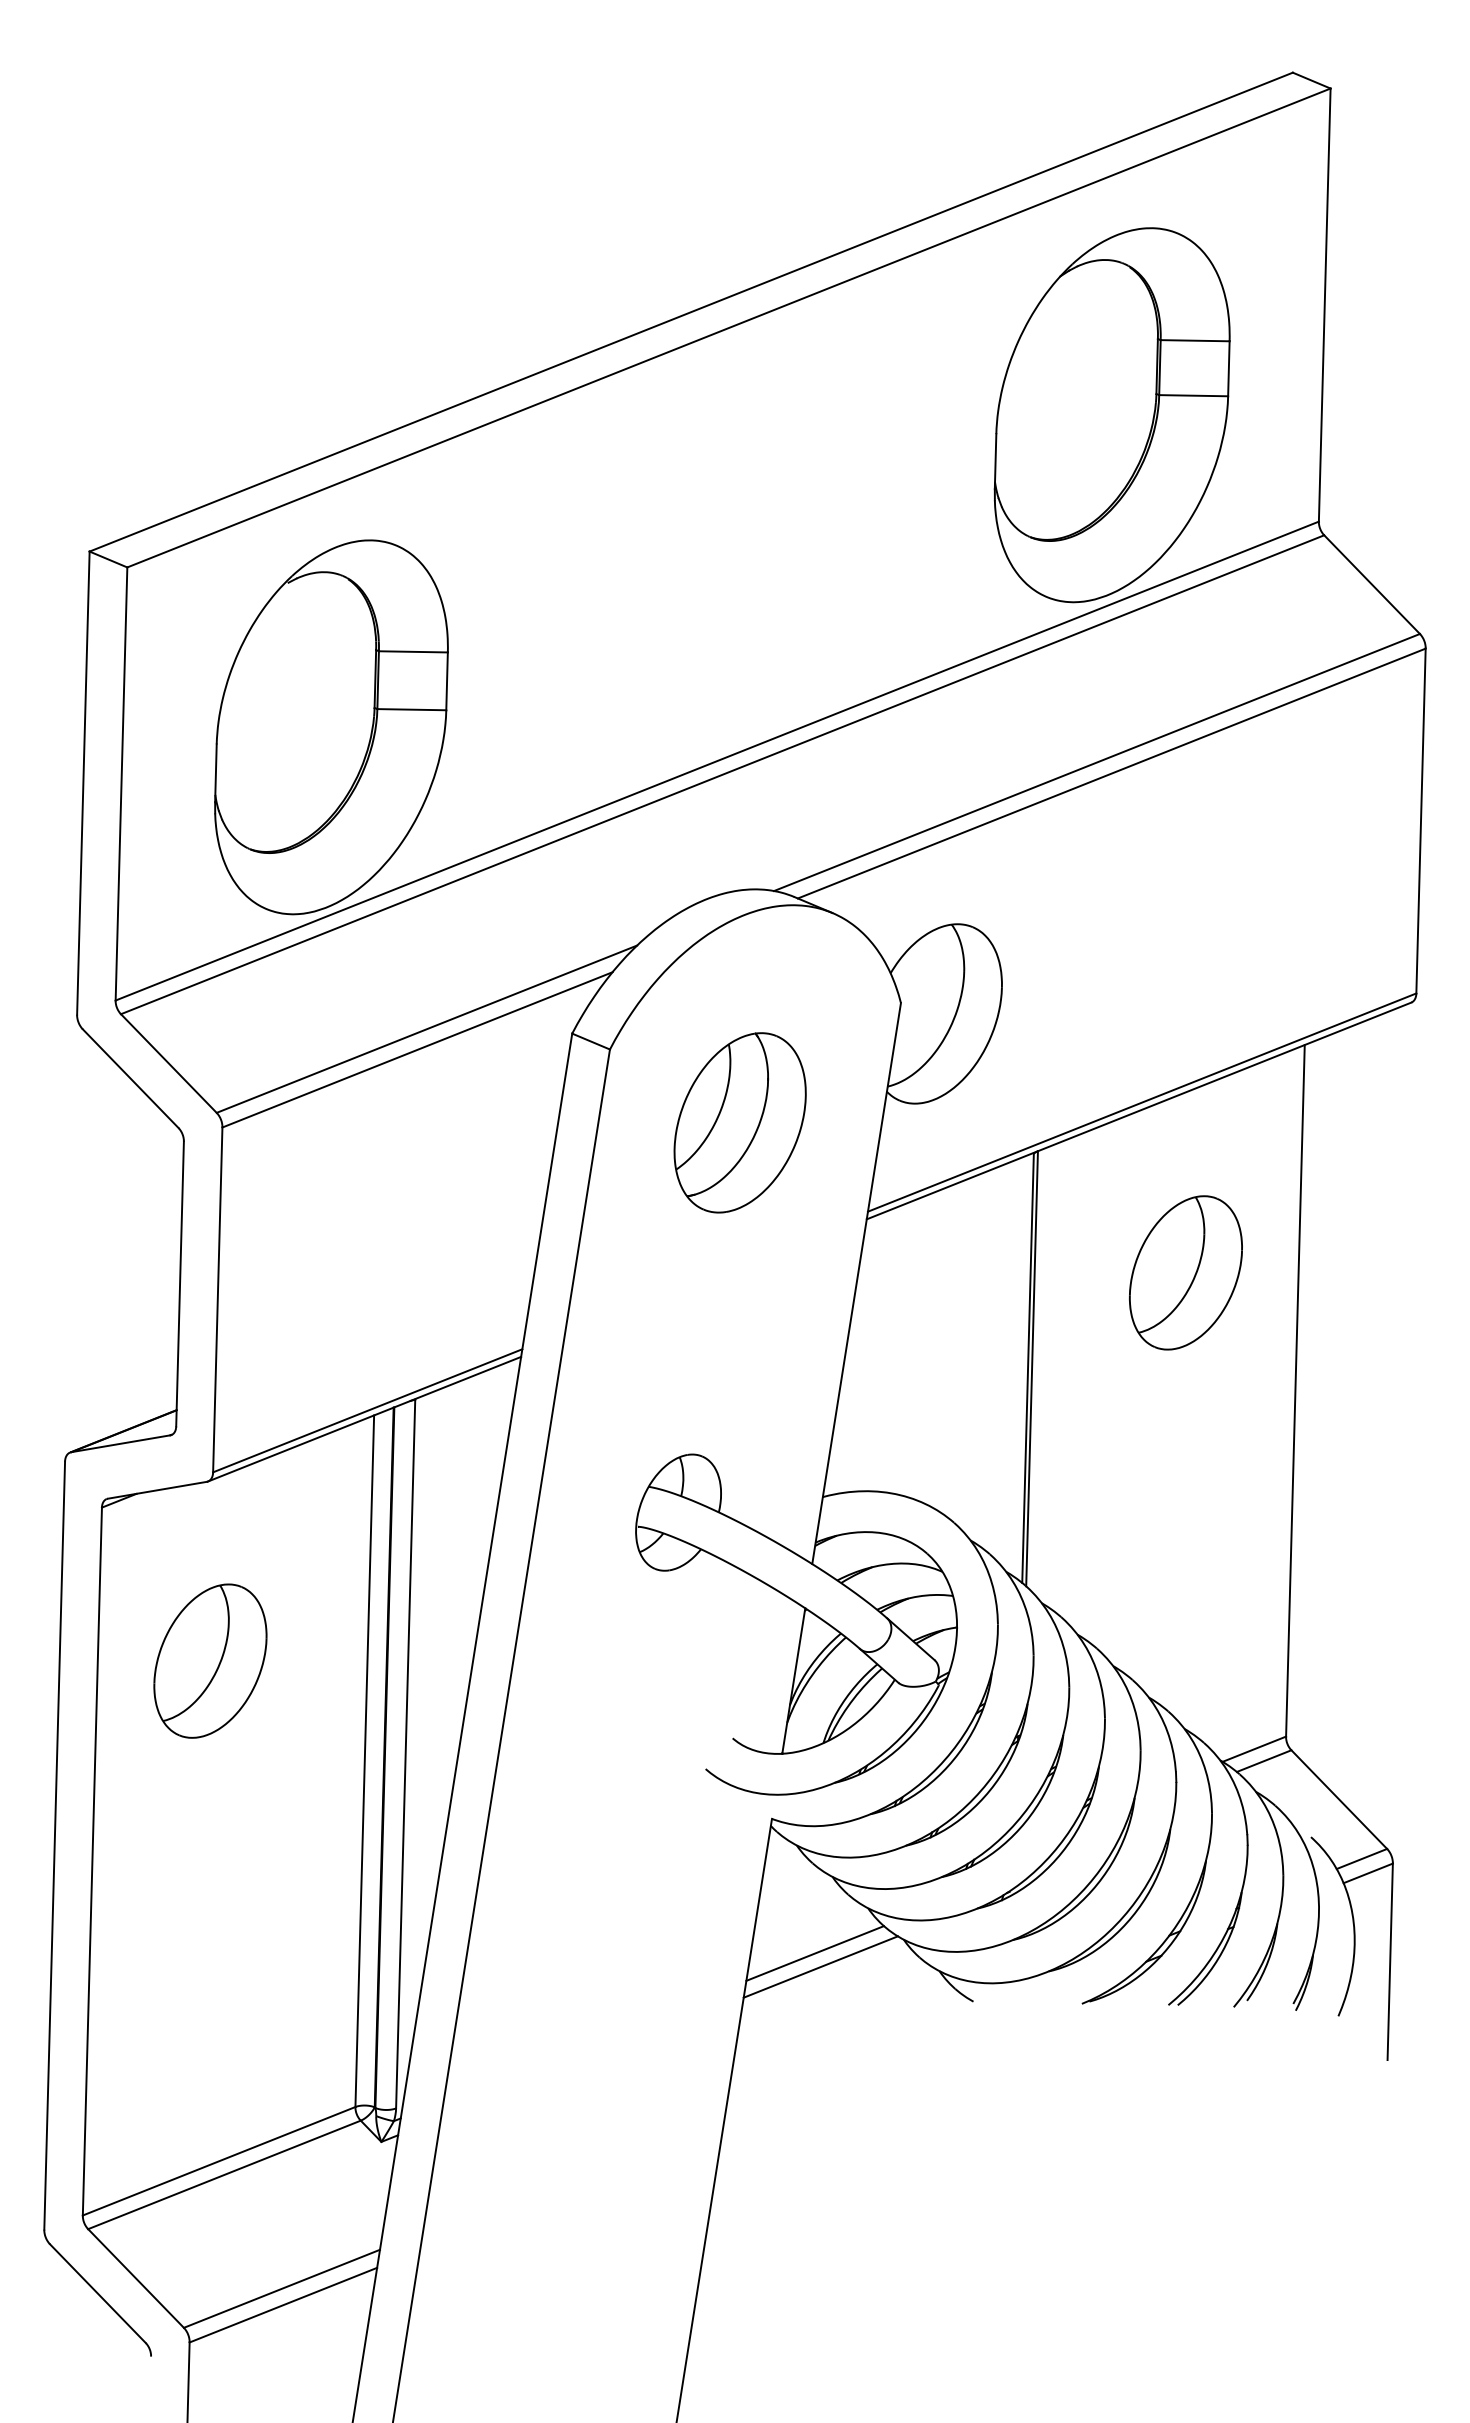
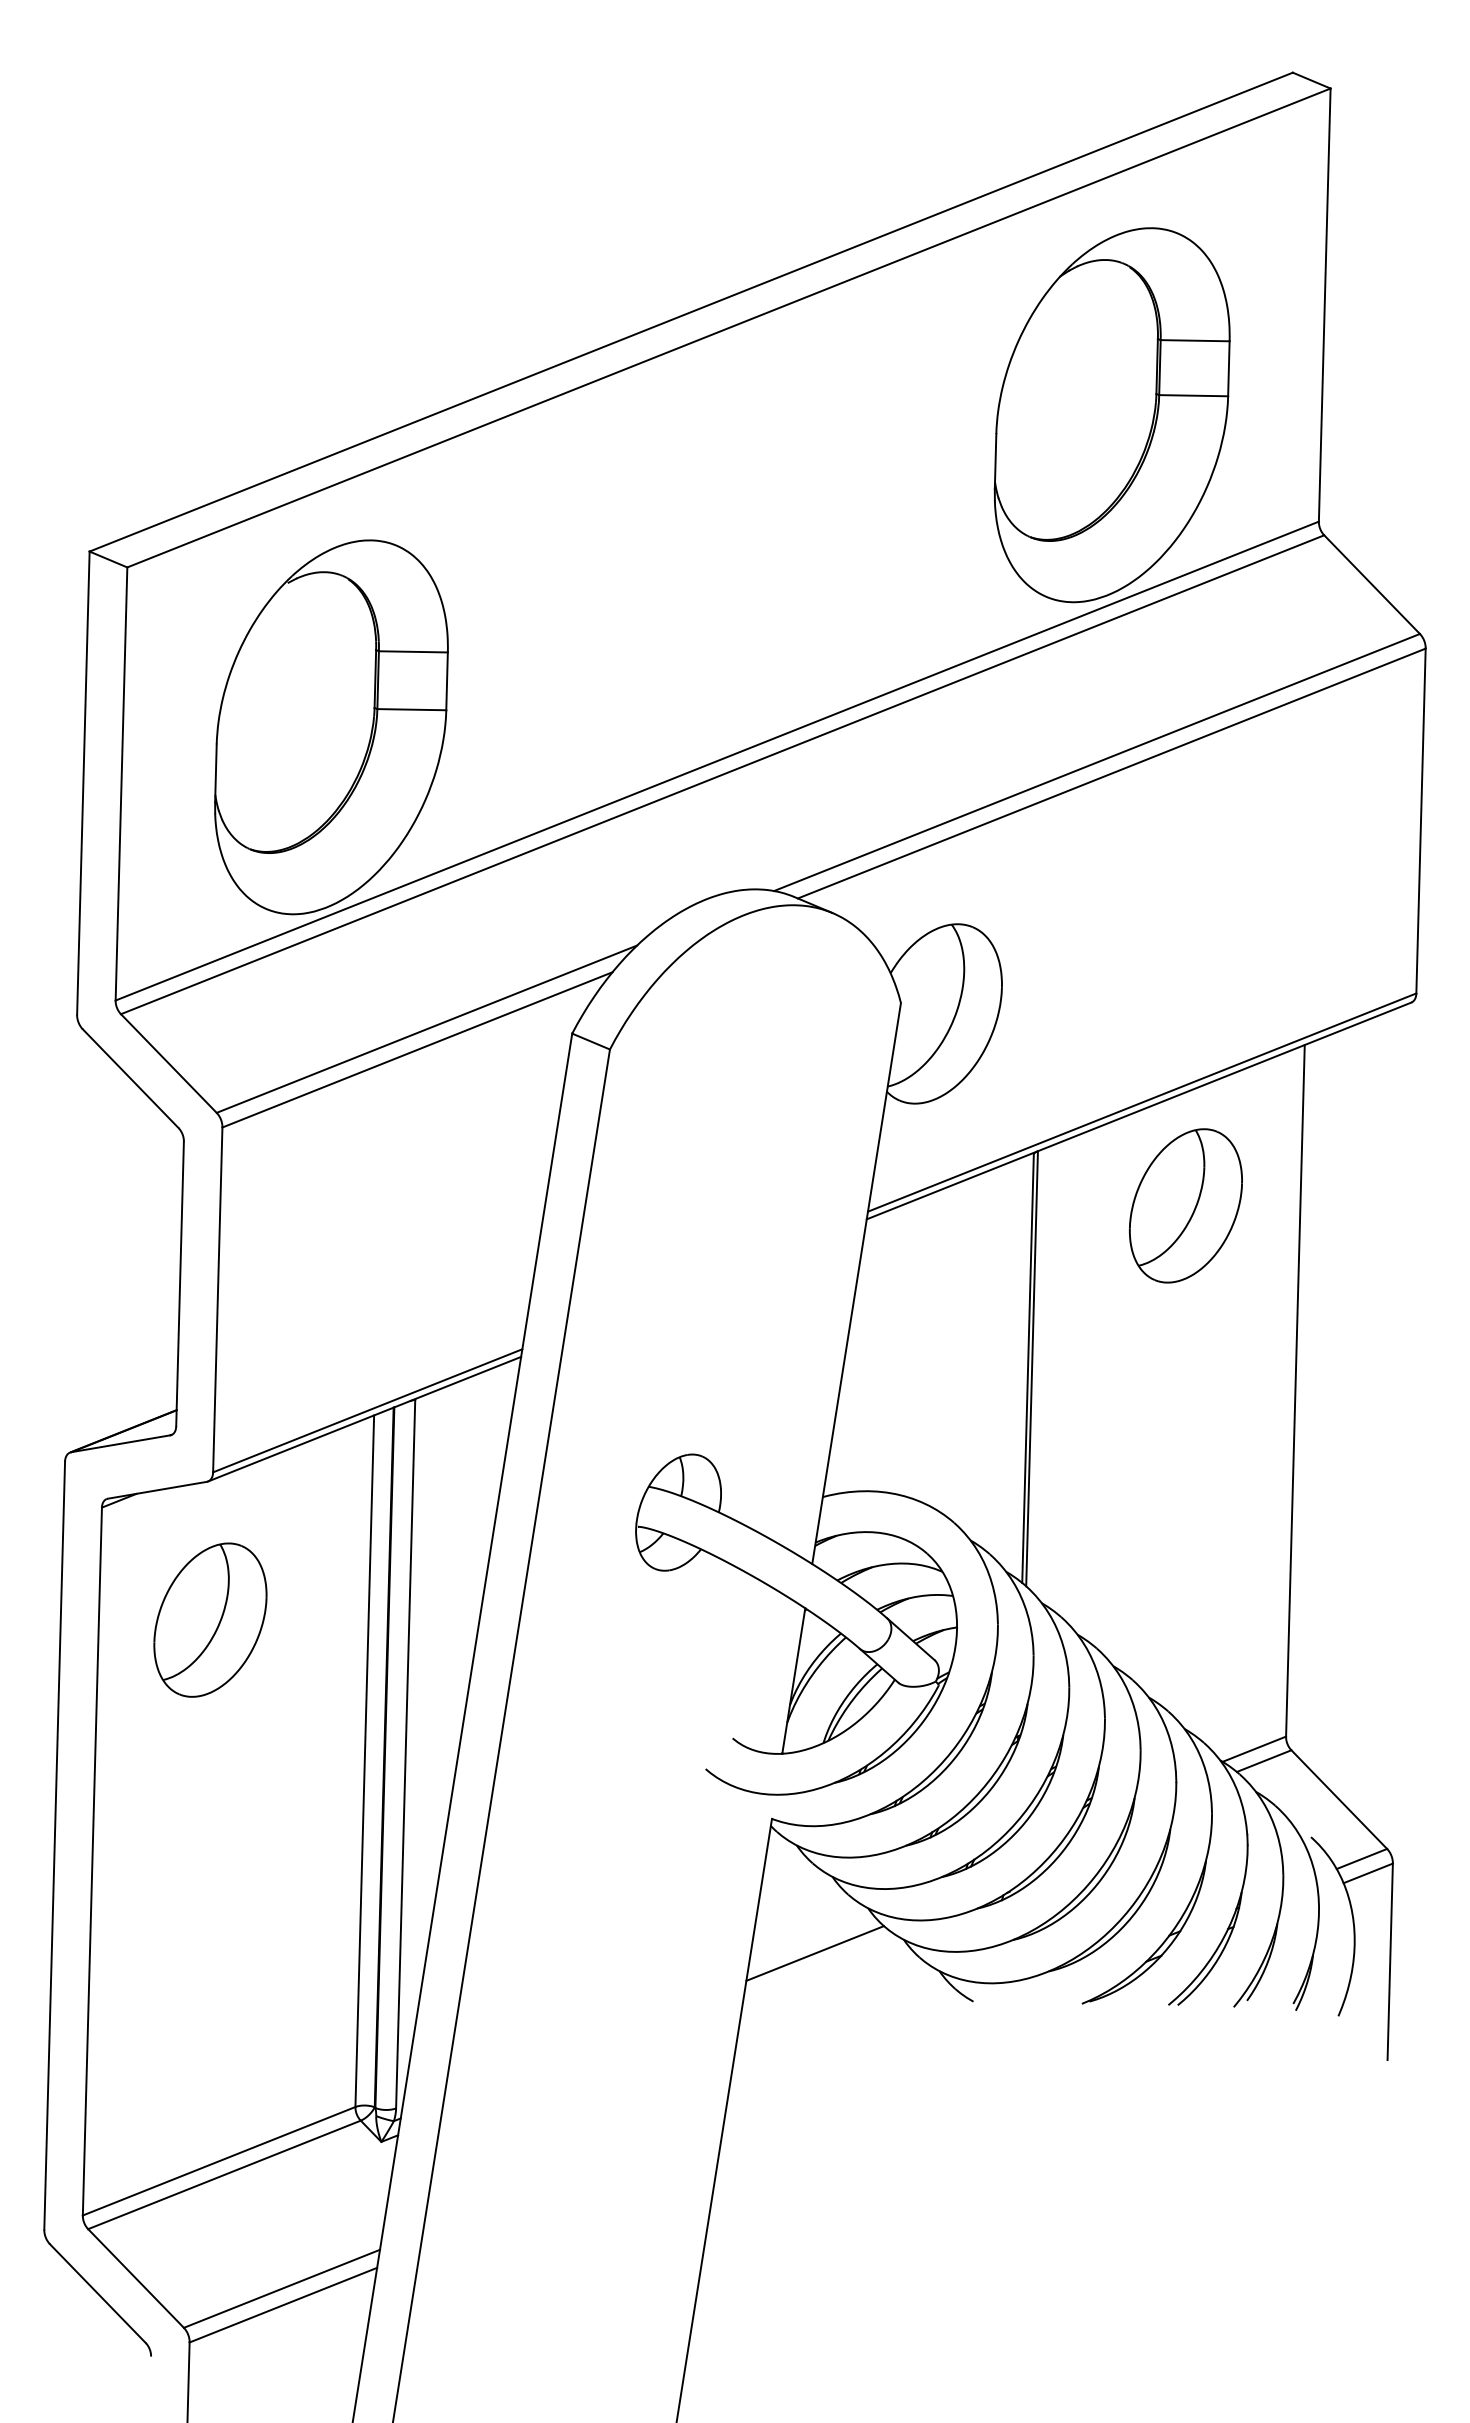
part at (739, 1122): present -> none
part at (1185, 1272) position: (1185, 1272) -> (1185, 1205)
part at (210, 1660) position: (210, 1660) -> (210, 1619)
line at (820, 1966): present -> none
